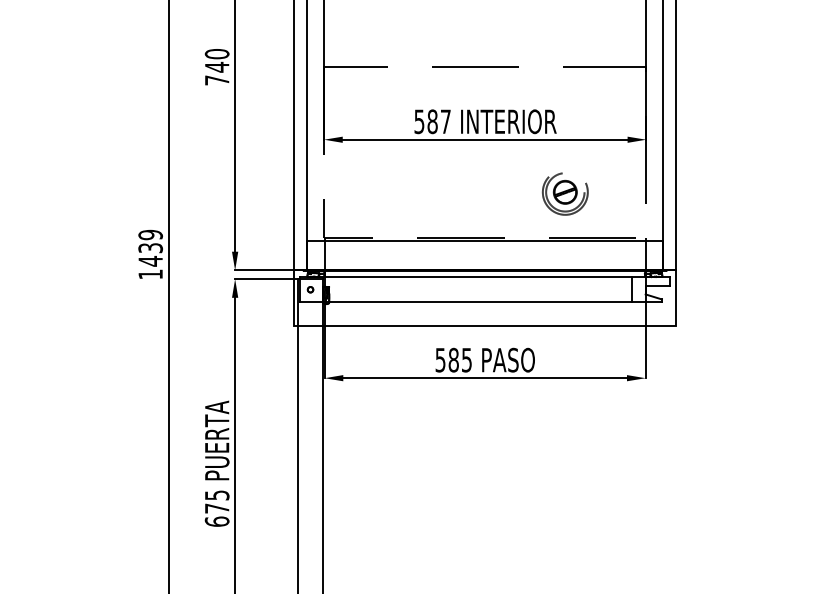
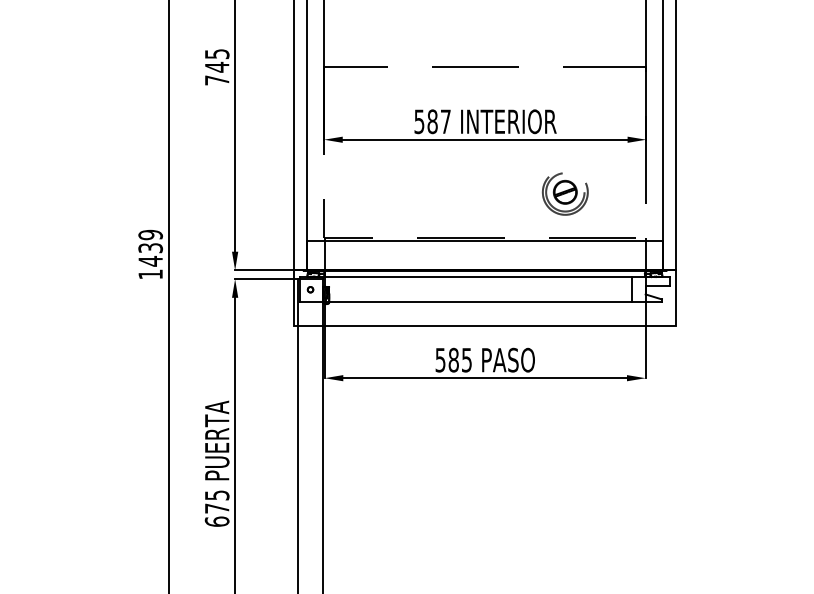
text at (216, 54): 740 -> 745
